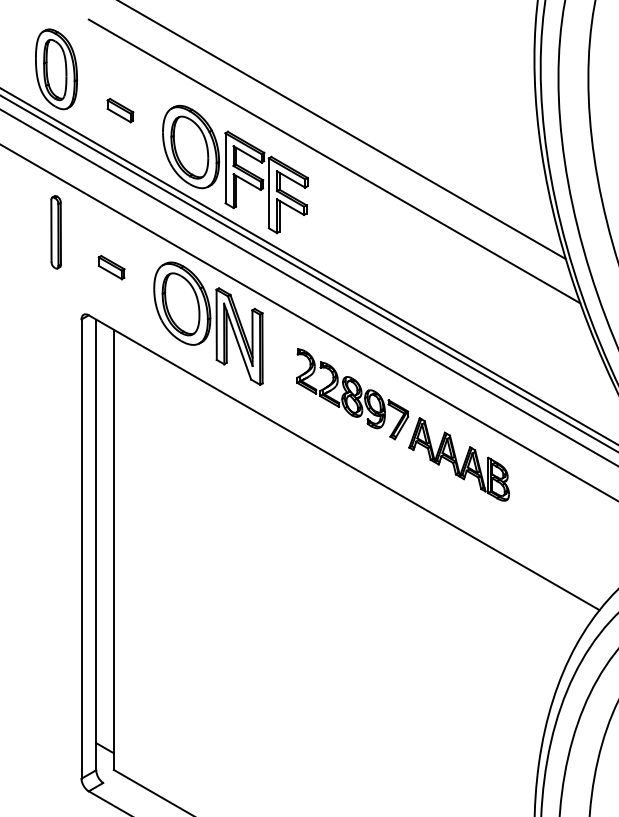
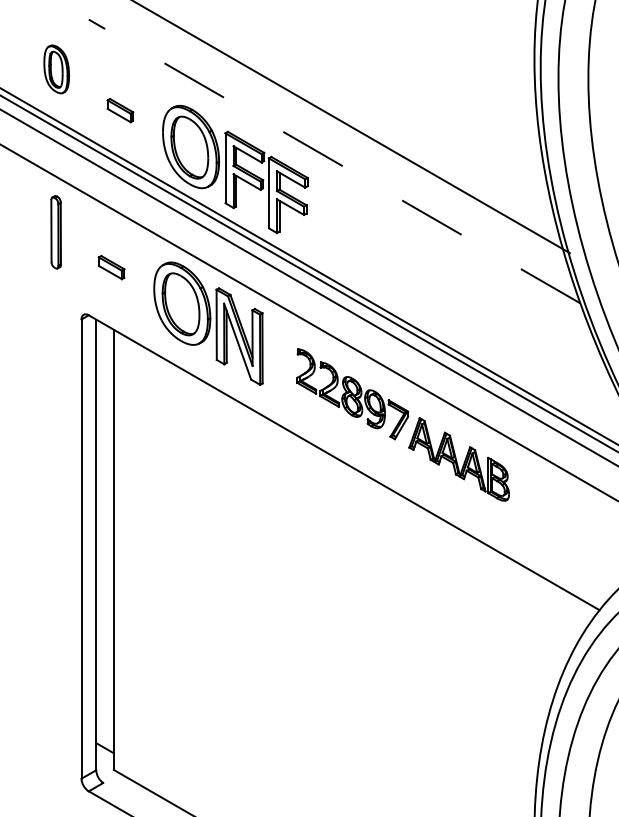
part at (56, 69) size: 44x83 px -> 28x51 px
line at (342, 130) position: (342, 130) -> (352, 127)
line at (334, 161): solid -> dashed
